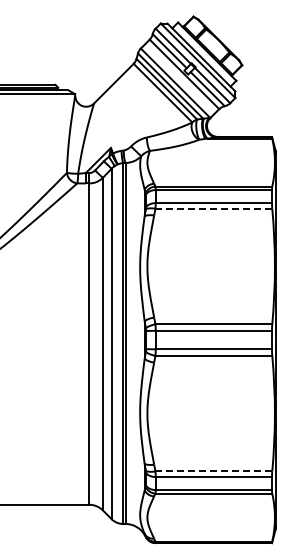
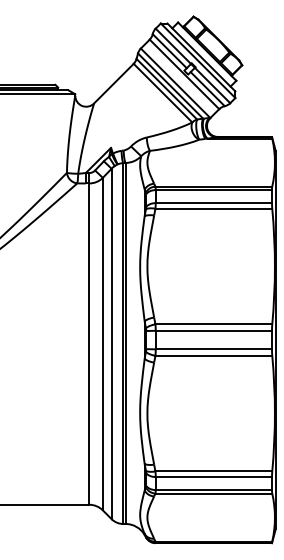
line at (213, 208): dashed -> solid
line at (214, 471): dashed -> solid
